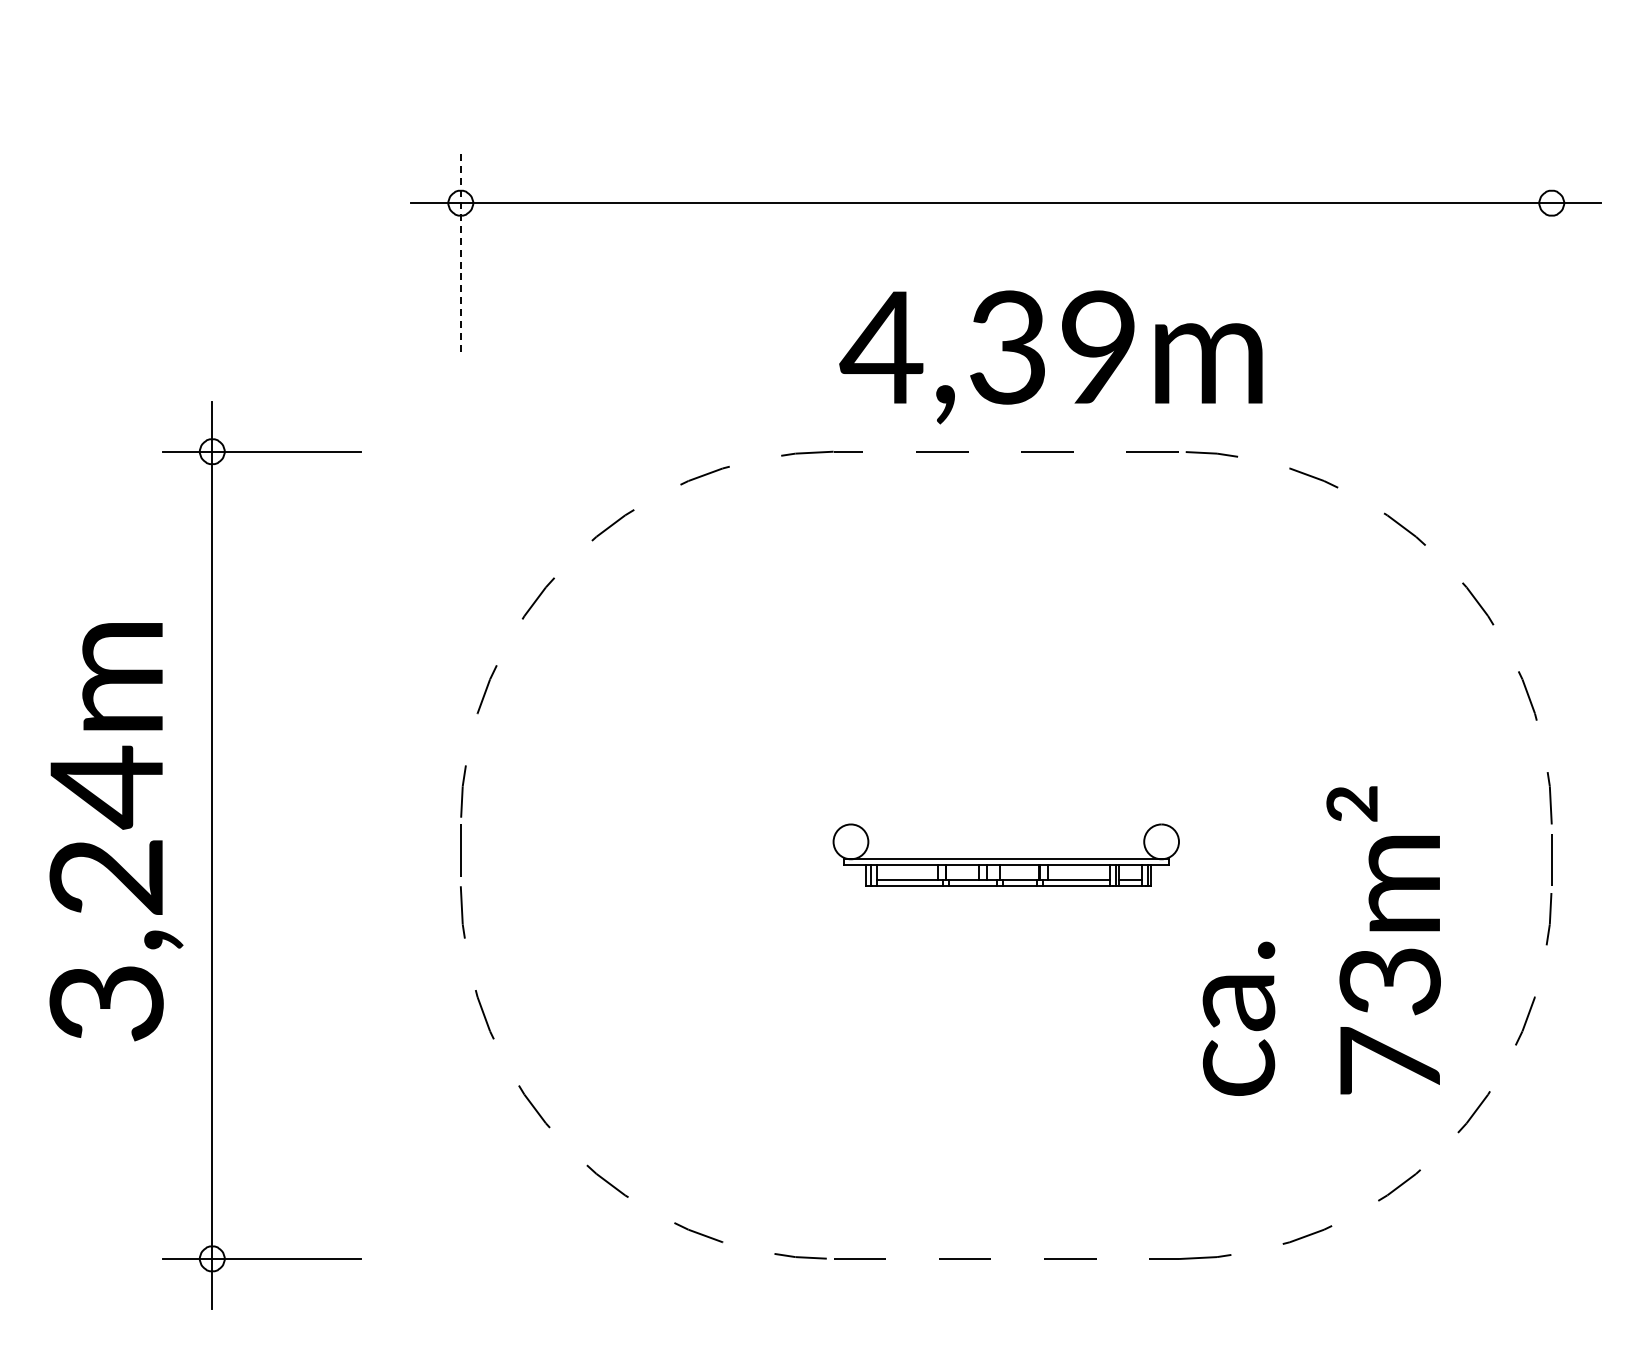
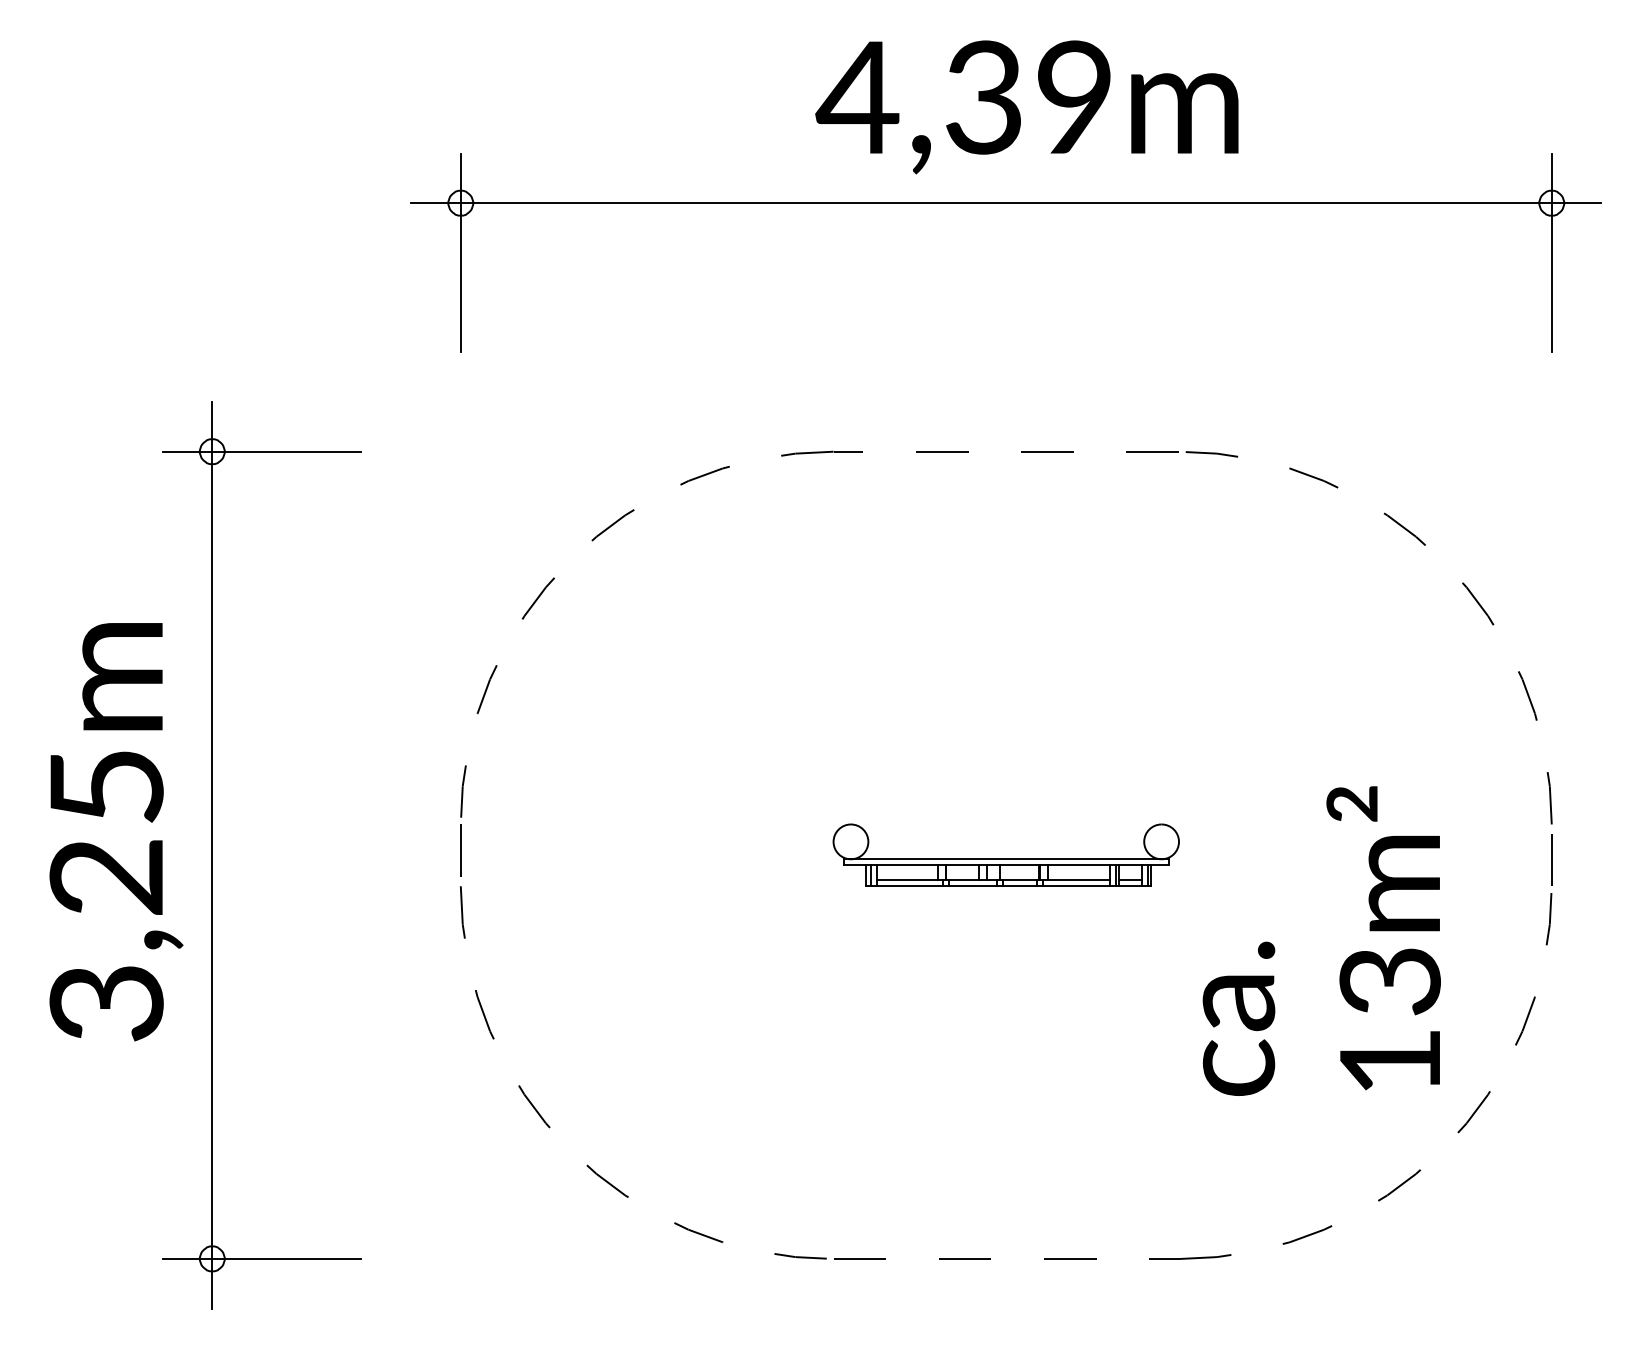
line at (460, 252): dashed -> solid
line at (1551, 252): none -> present
text at (1050, 357) position: (1050, 357) -> (1026, 107)
text at (106, 787): 3,24m -> 3,25m
text at (1389, 1060): 73m² -> 13m²
